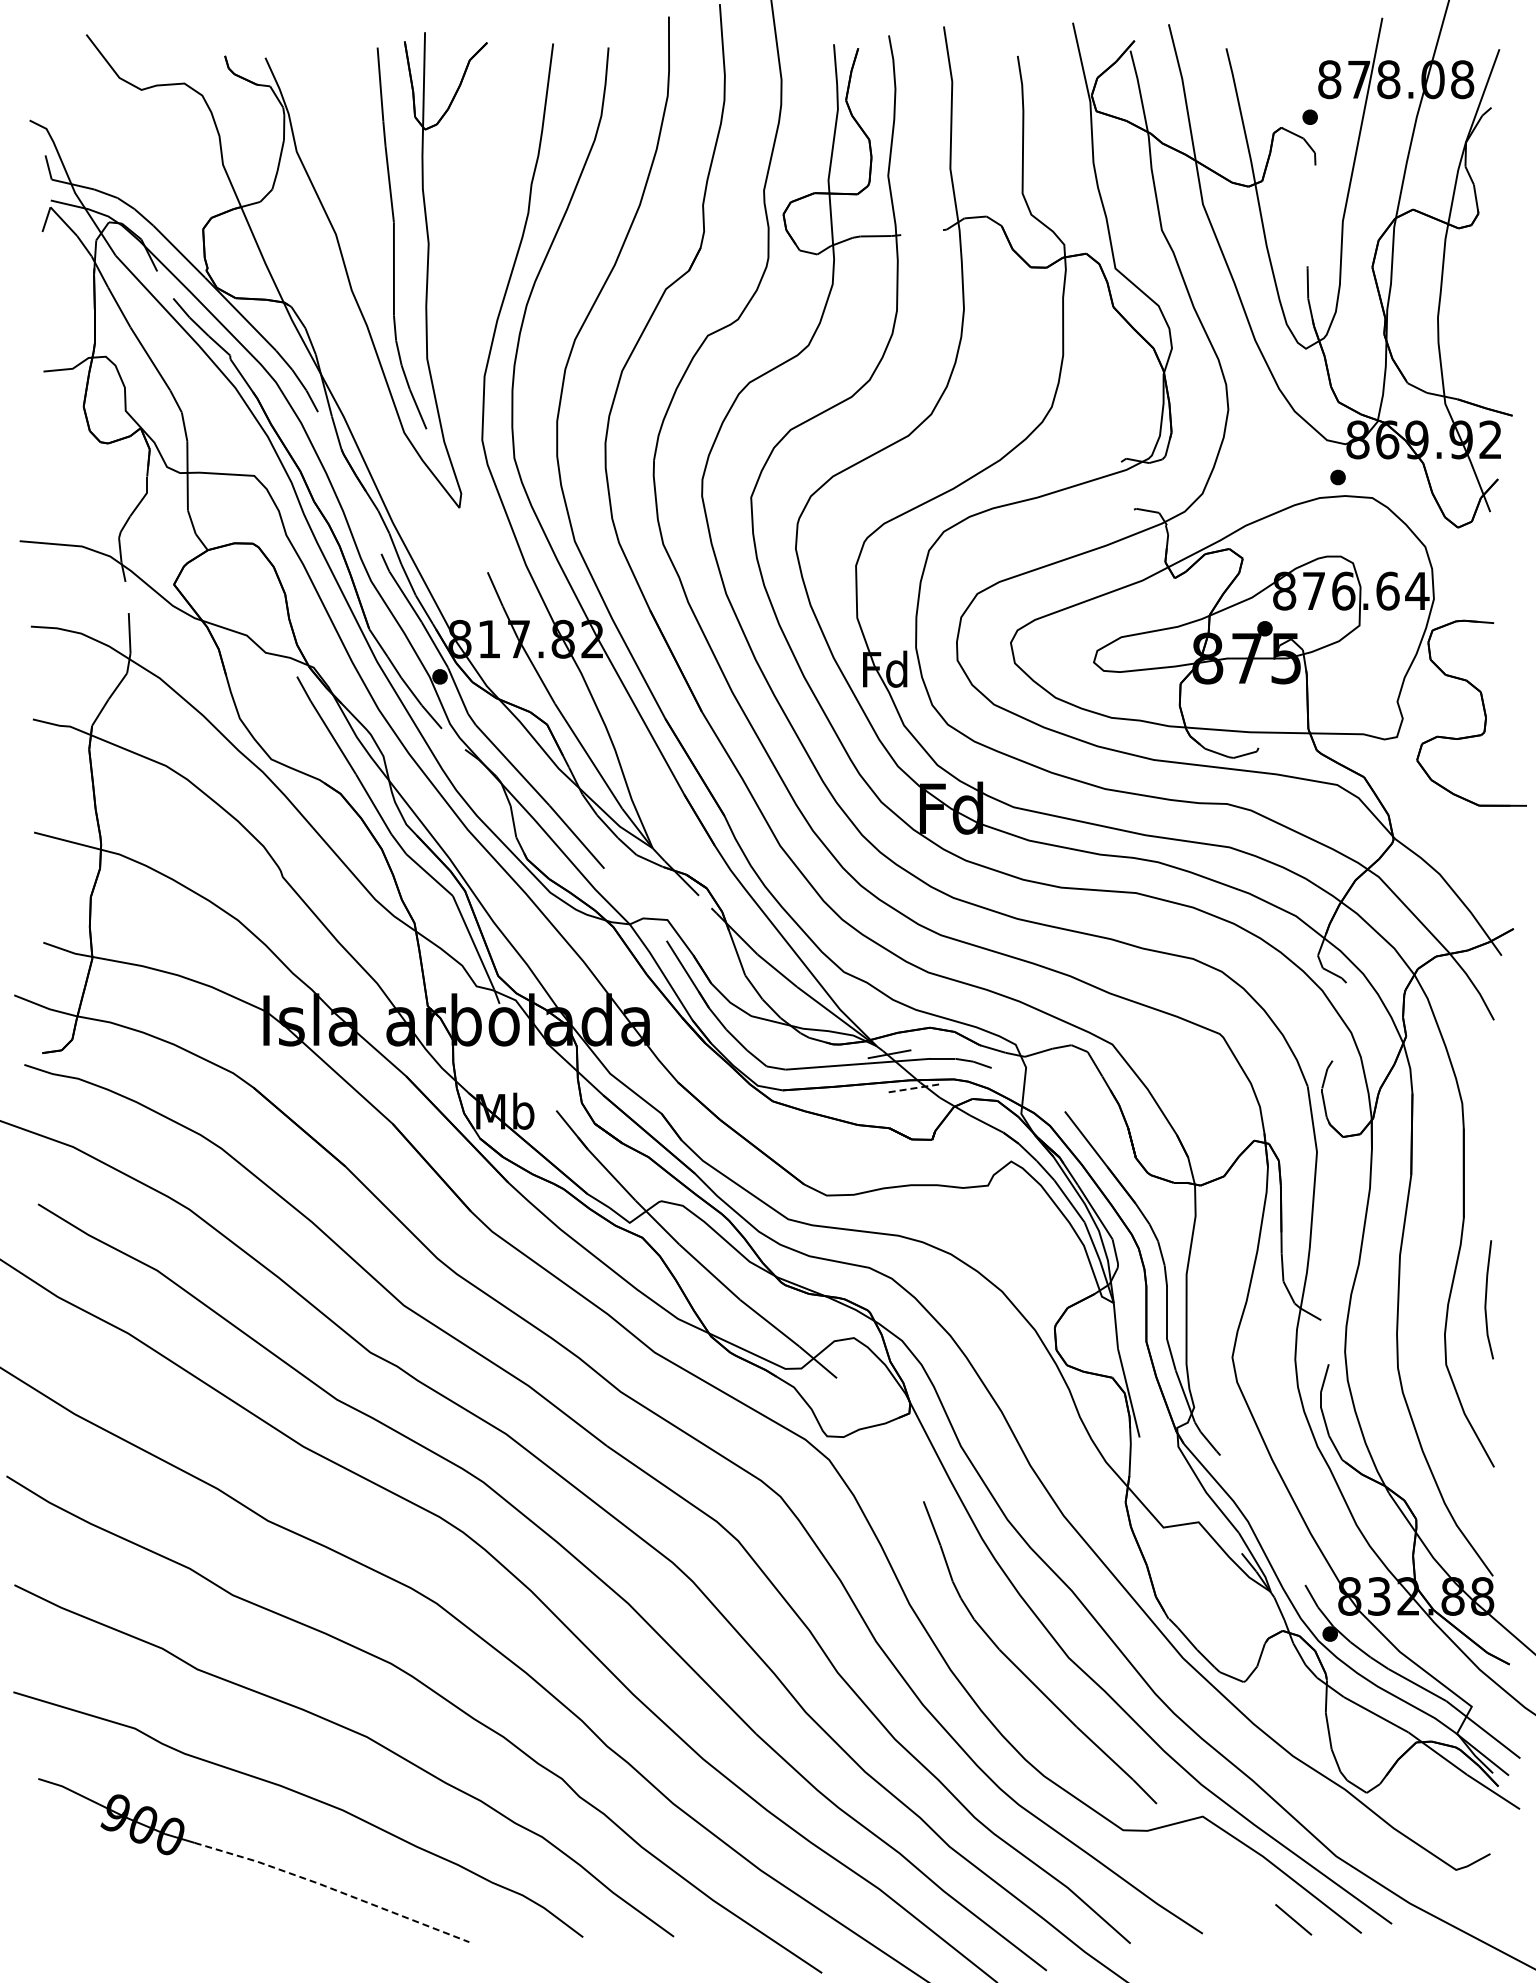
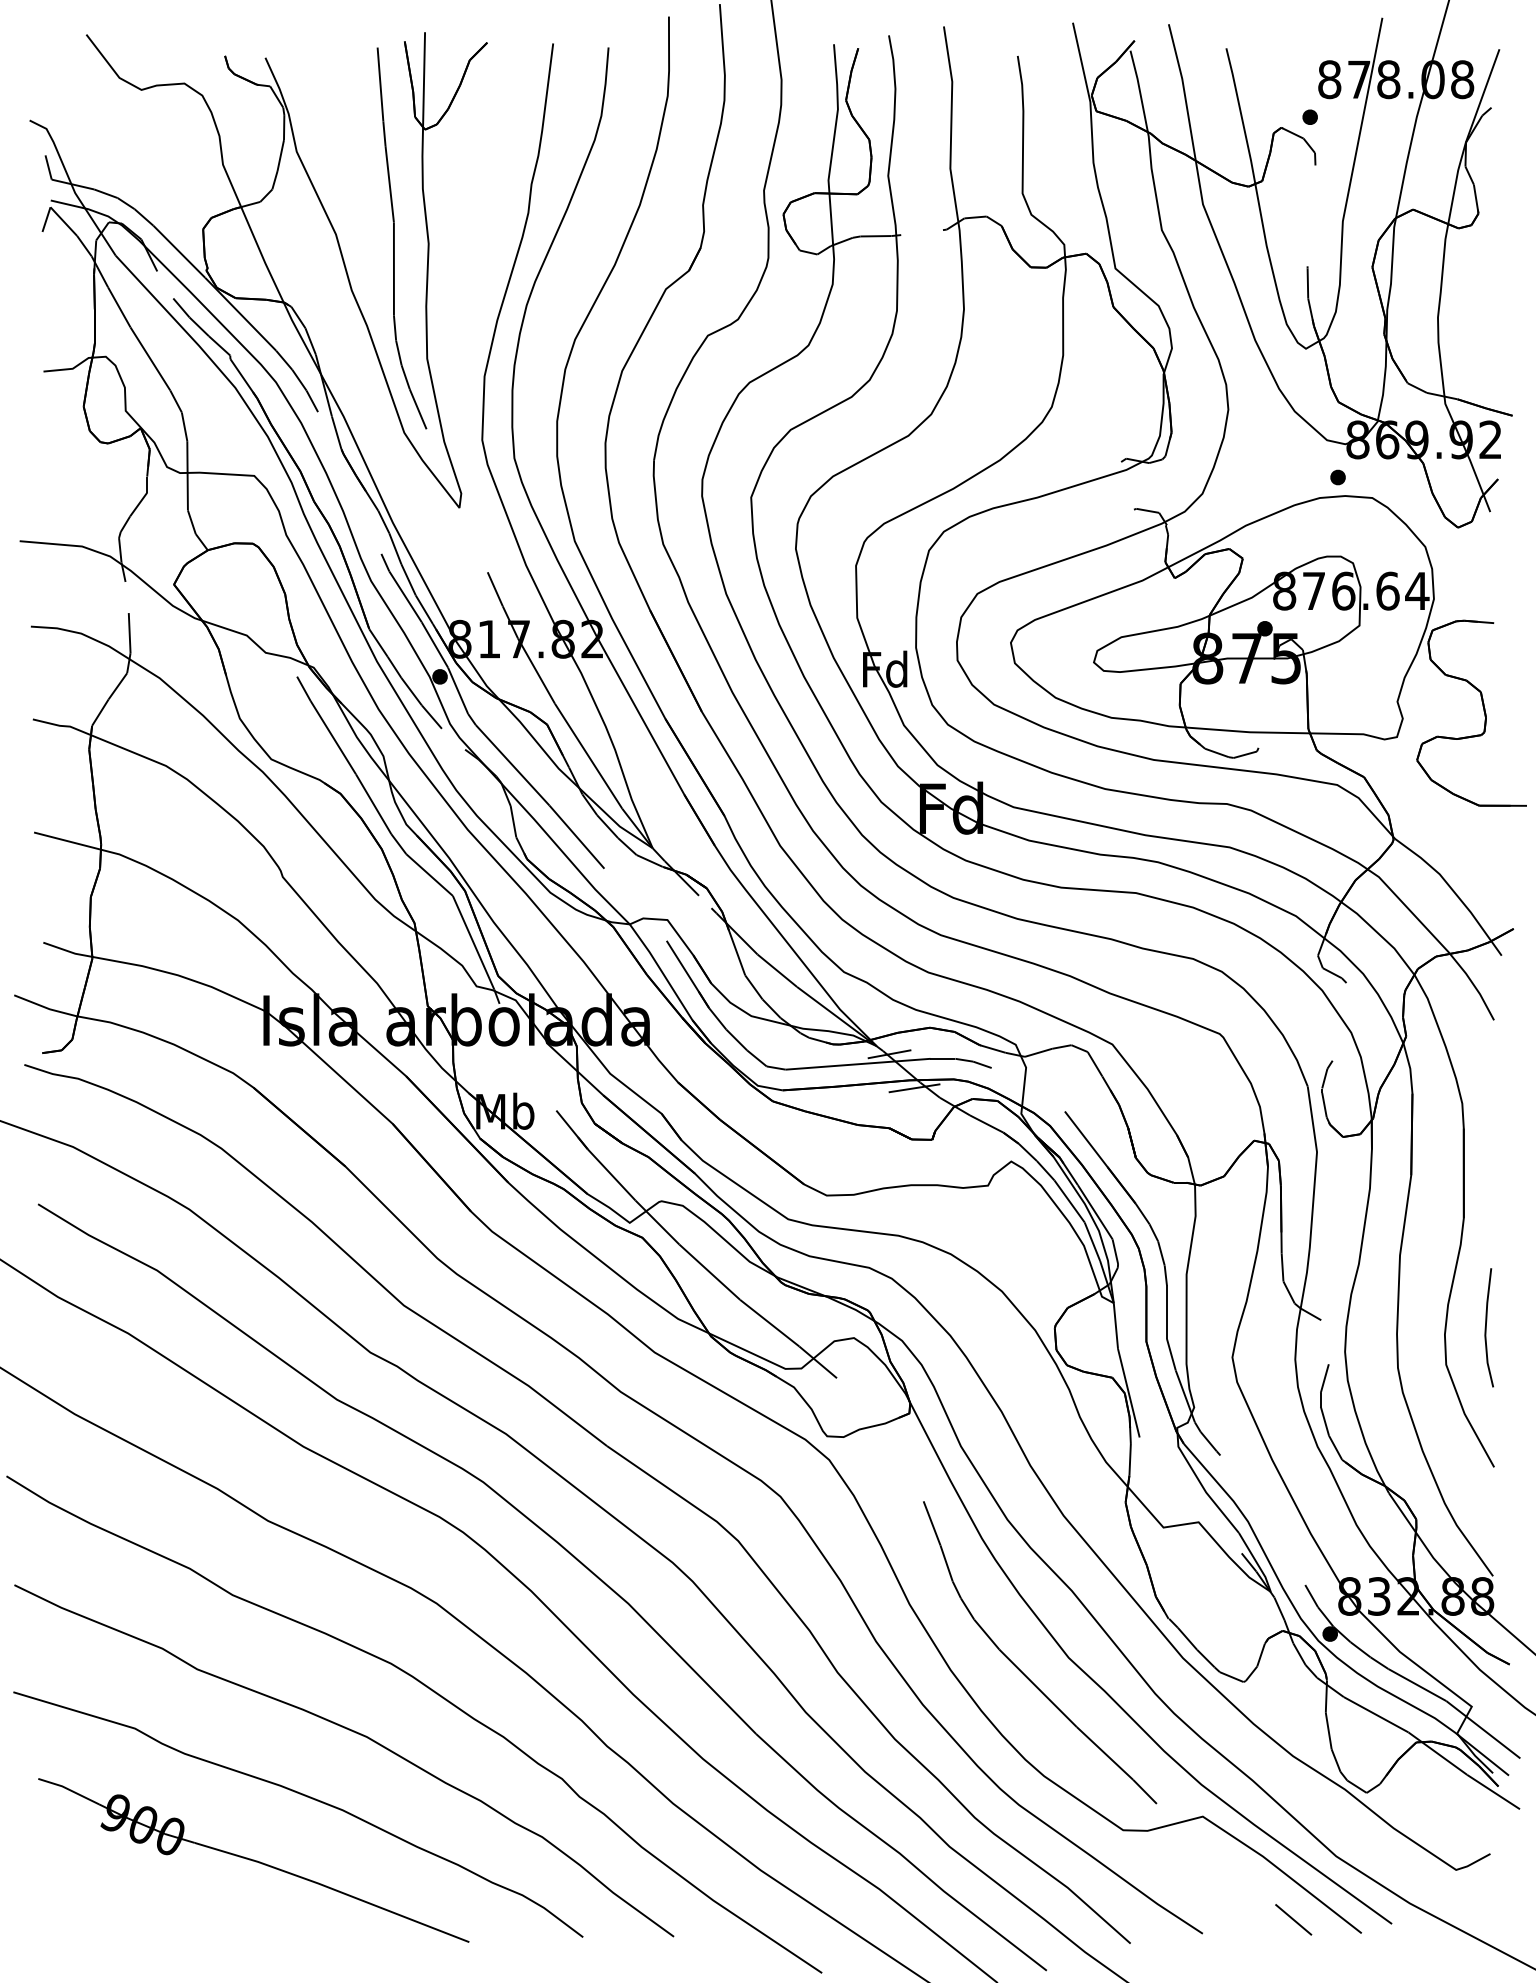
line at (915, 1088): dashed -> solid
line at (1486, 1299) position: (1486, 1299) -> (1486, 1327)
line at (331, 1888): dashed -> solid
